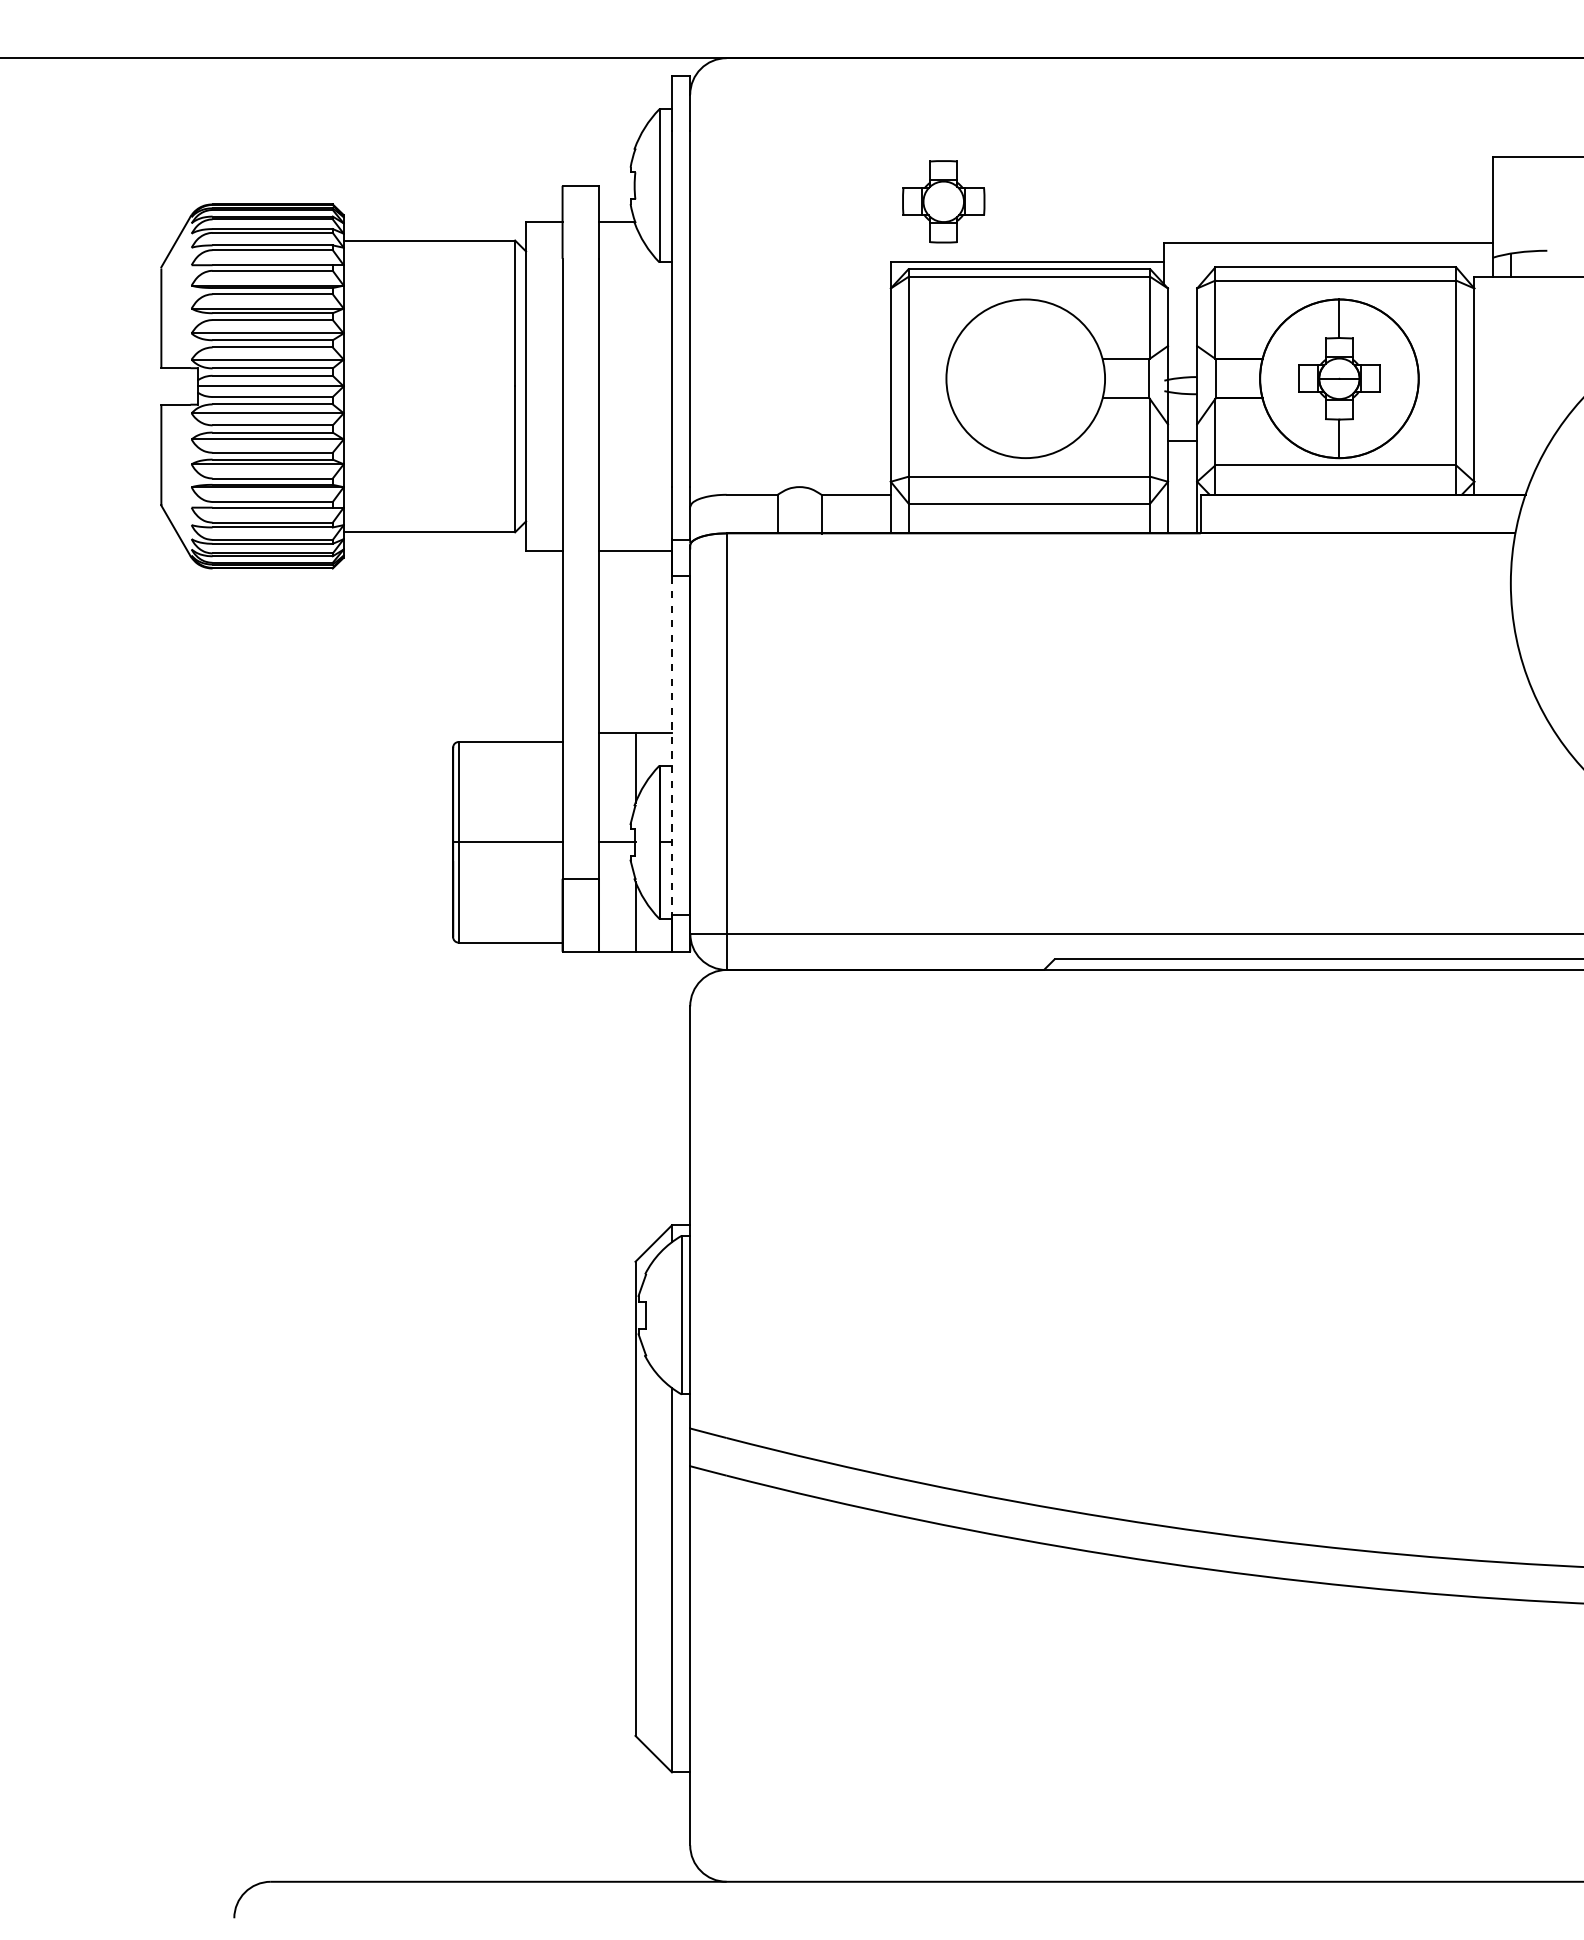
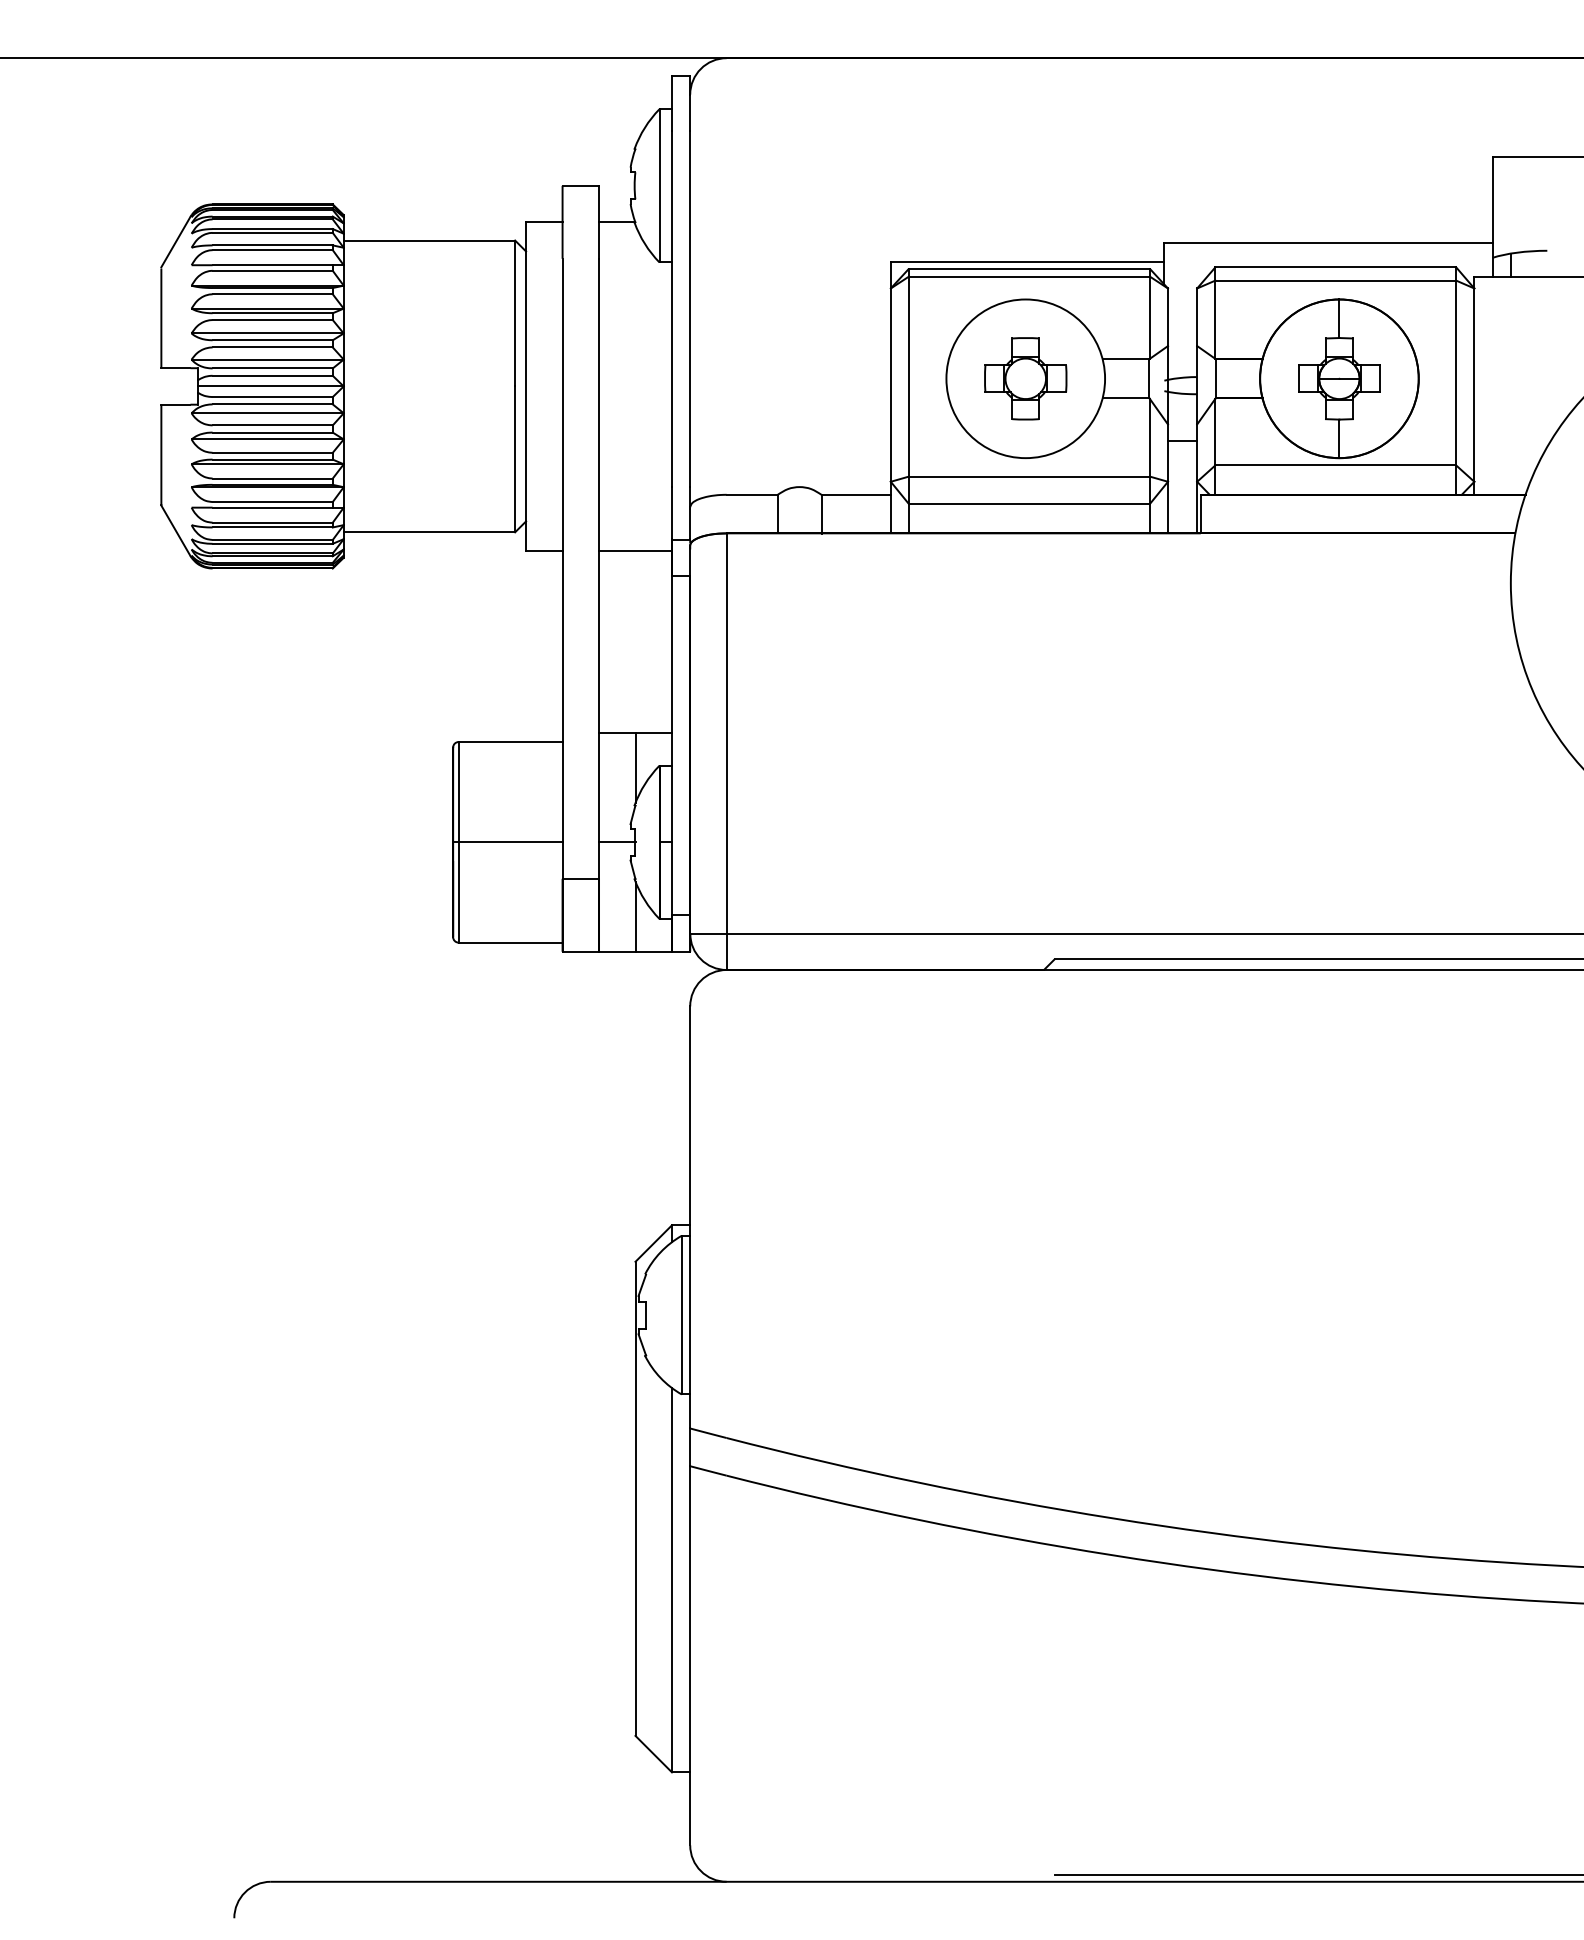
part at (943, 201) position: (943, 201) -> (1025, 378)
line at (671, 746): dashed -> solid
line at (1317, 1874): none -> present
